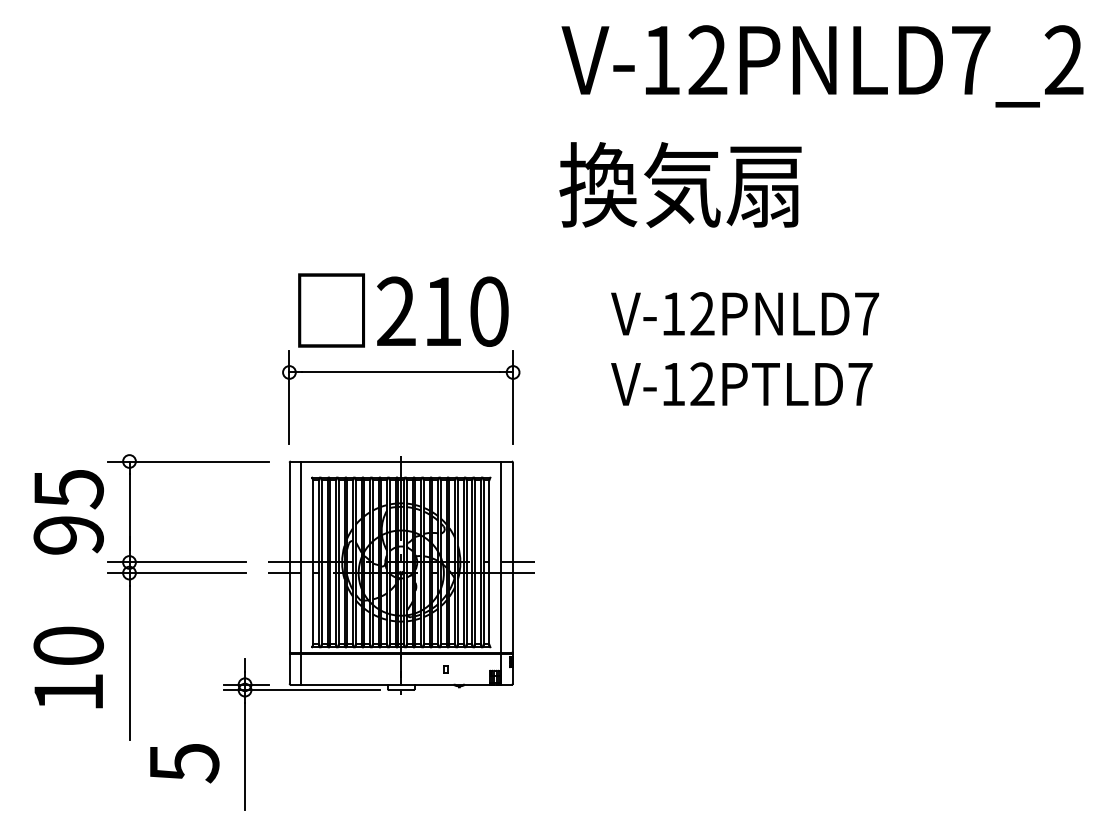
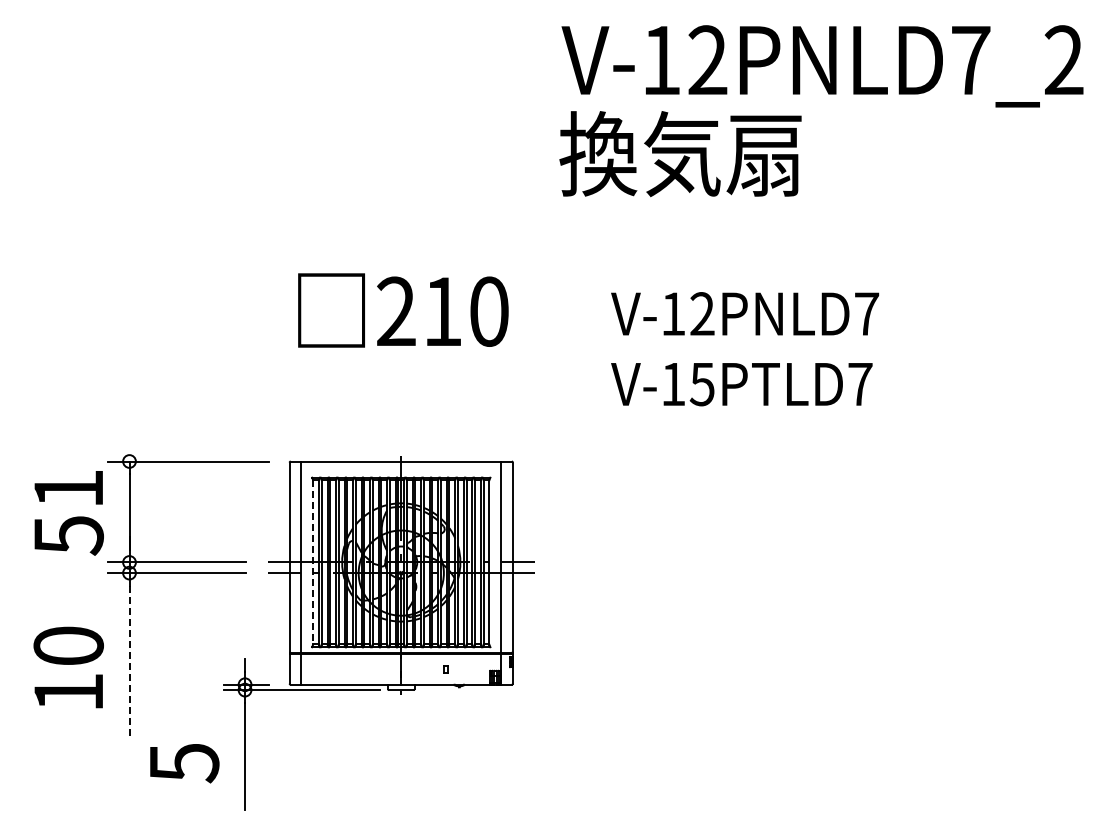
text at (680, 185) position: (680, 185) -> (680, 154)
part at (401, 372): present -> none
text at (701, 384): V-12PTLD7 -> V-15PTLD7
text at (68, 512): 95 -> 51
line at (313, 562): solid -> dashed
line at (129, 662): solid -> dashed
